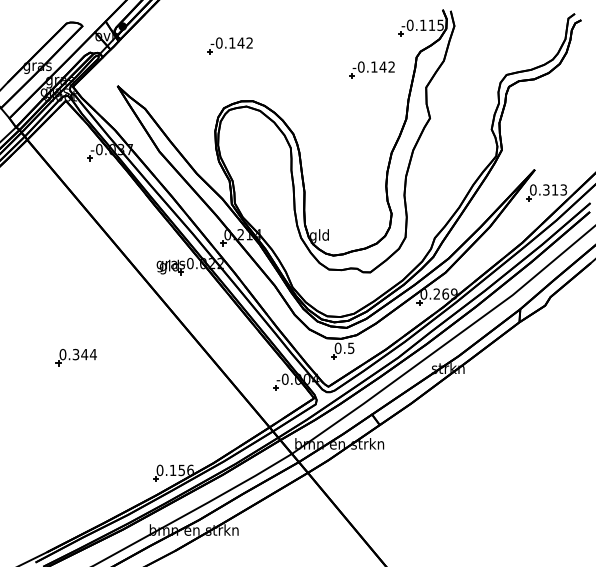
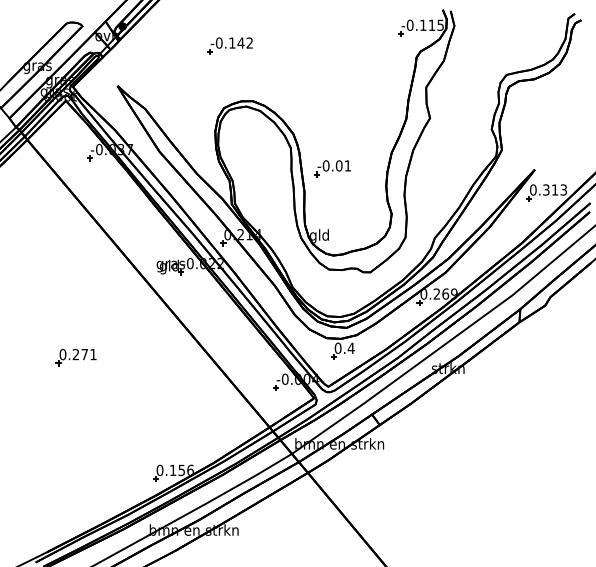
part at (371, 69): present -> none
part at (332, 168): none -> present
text at (350, 348): 0.5 -> 0.4
text at (84, 354): 0.344 -> 0.271
